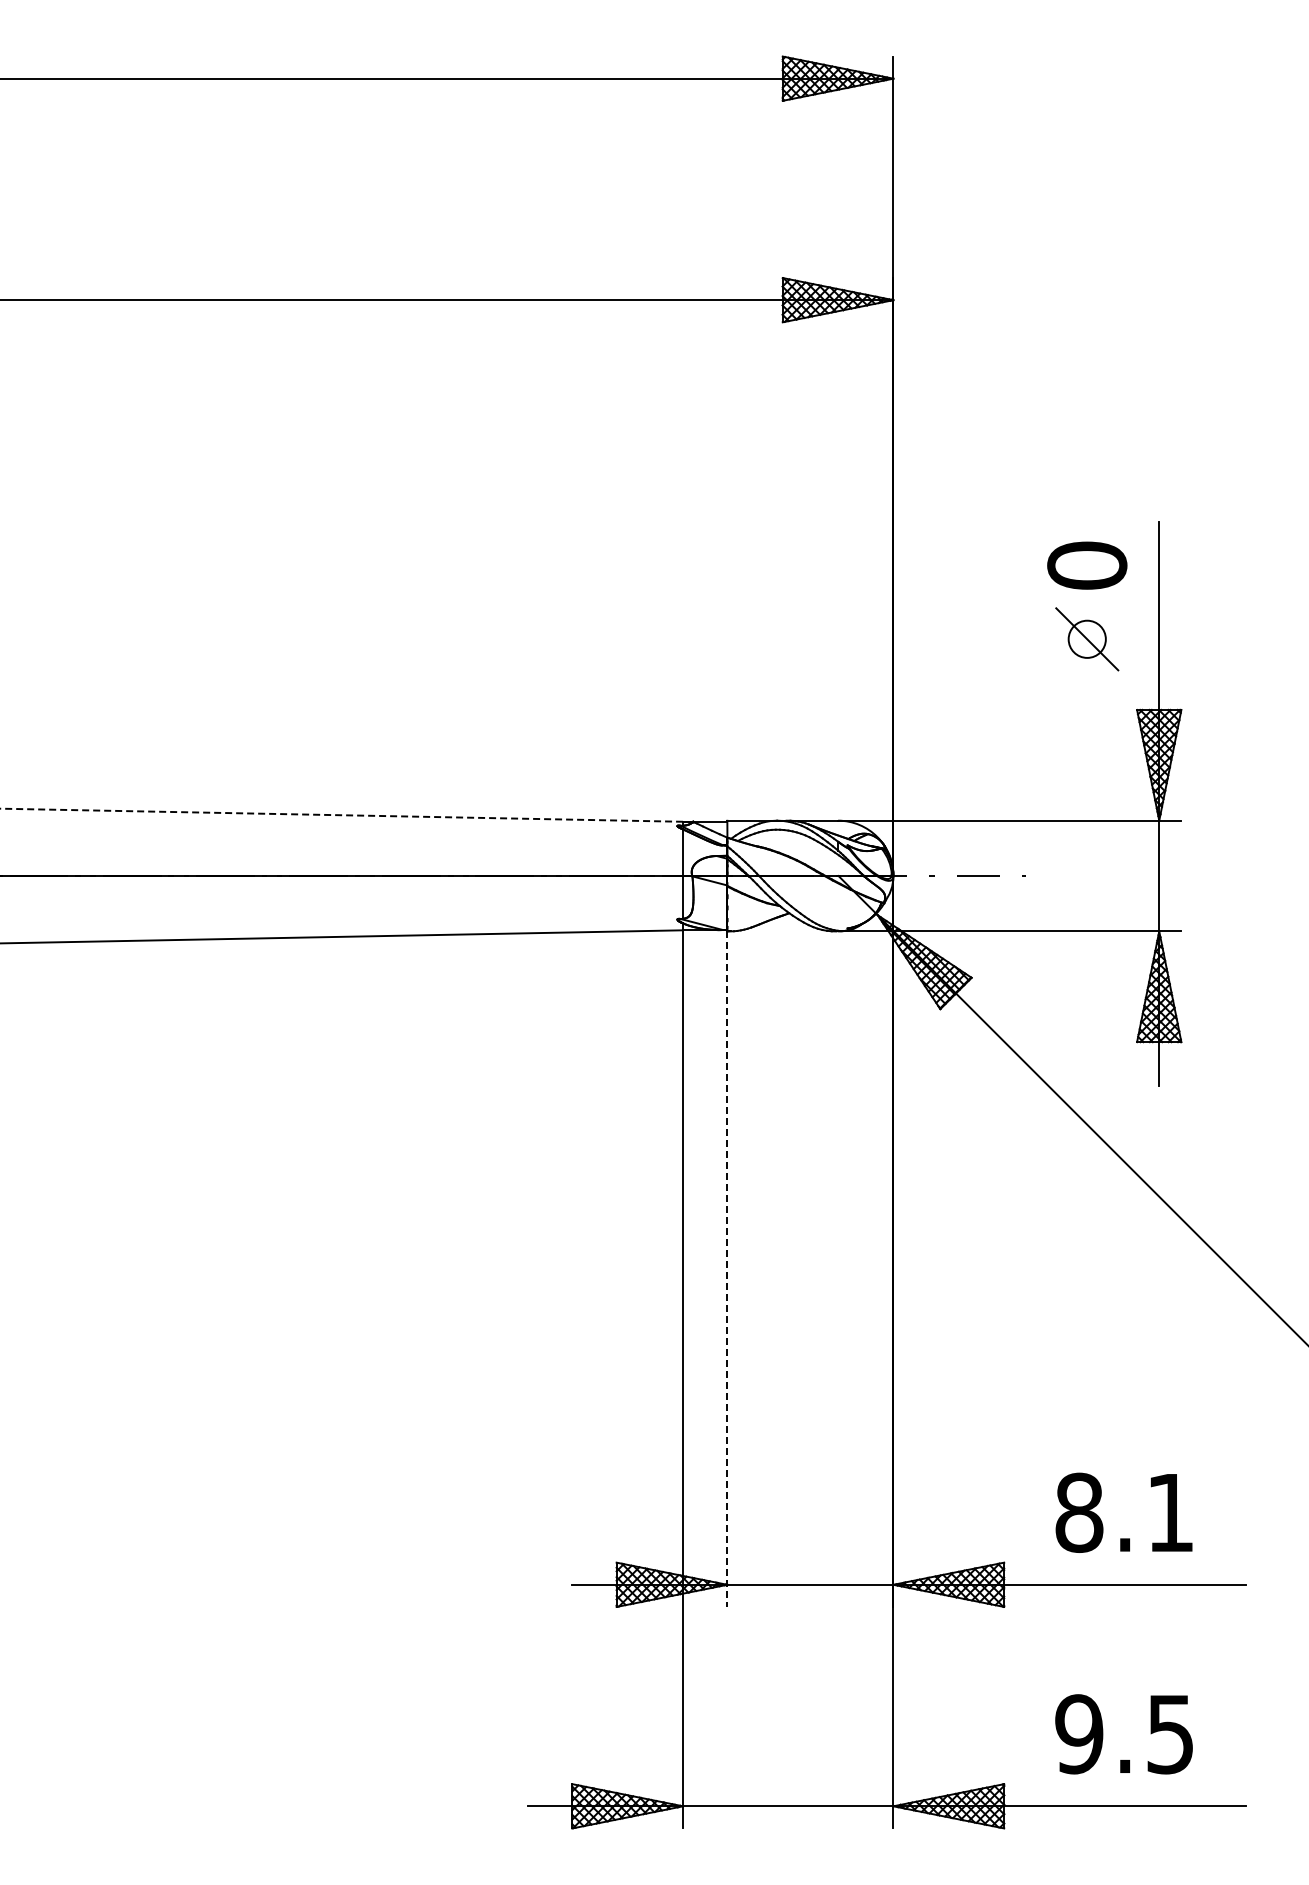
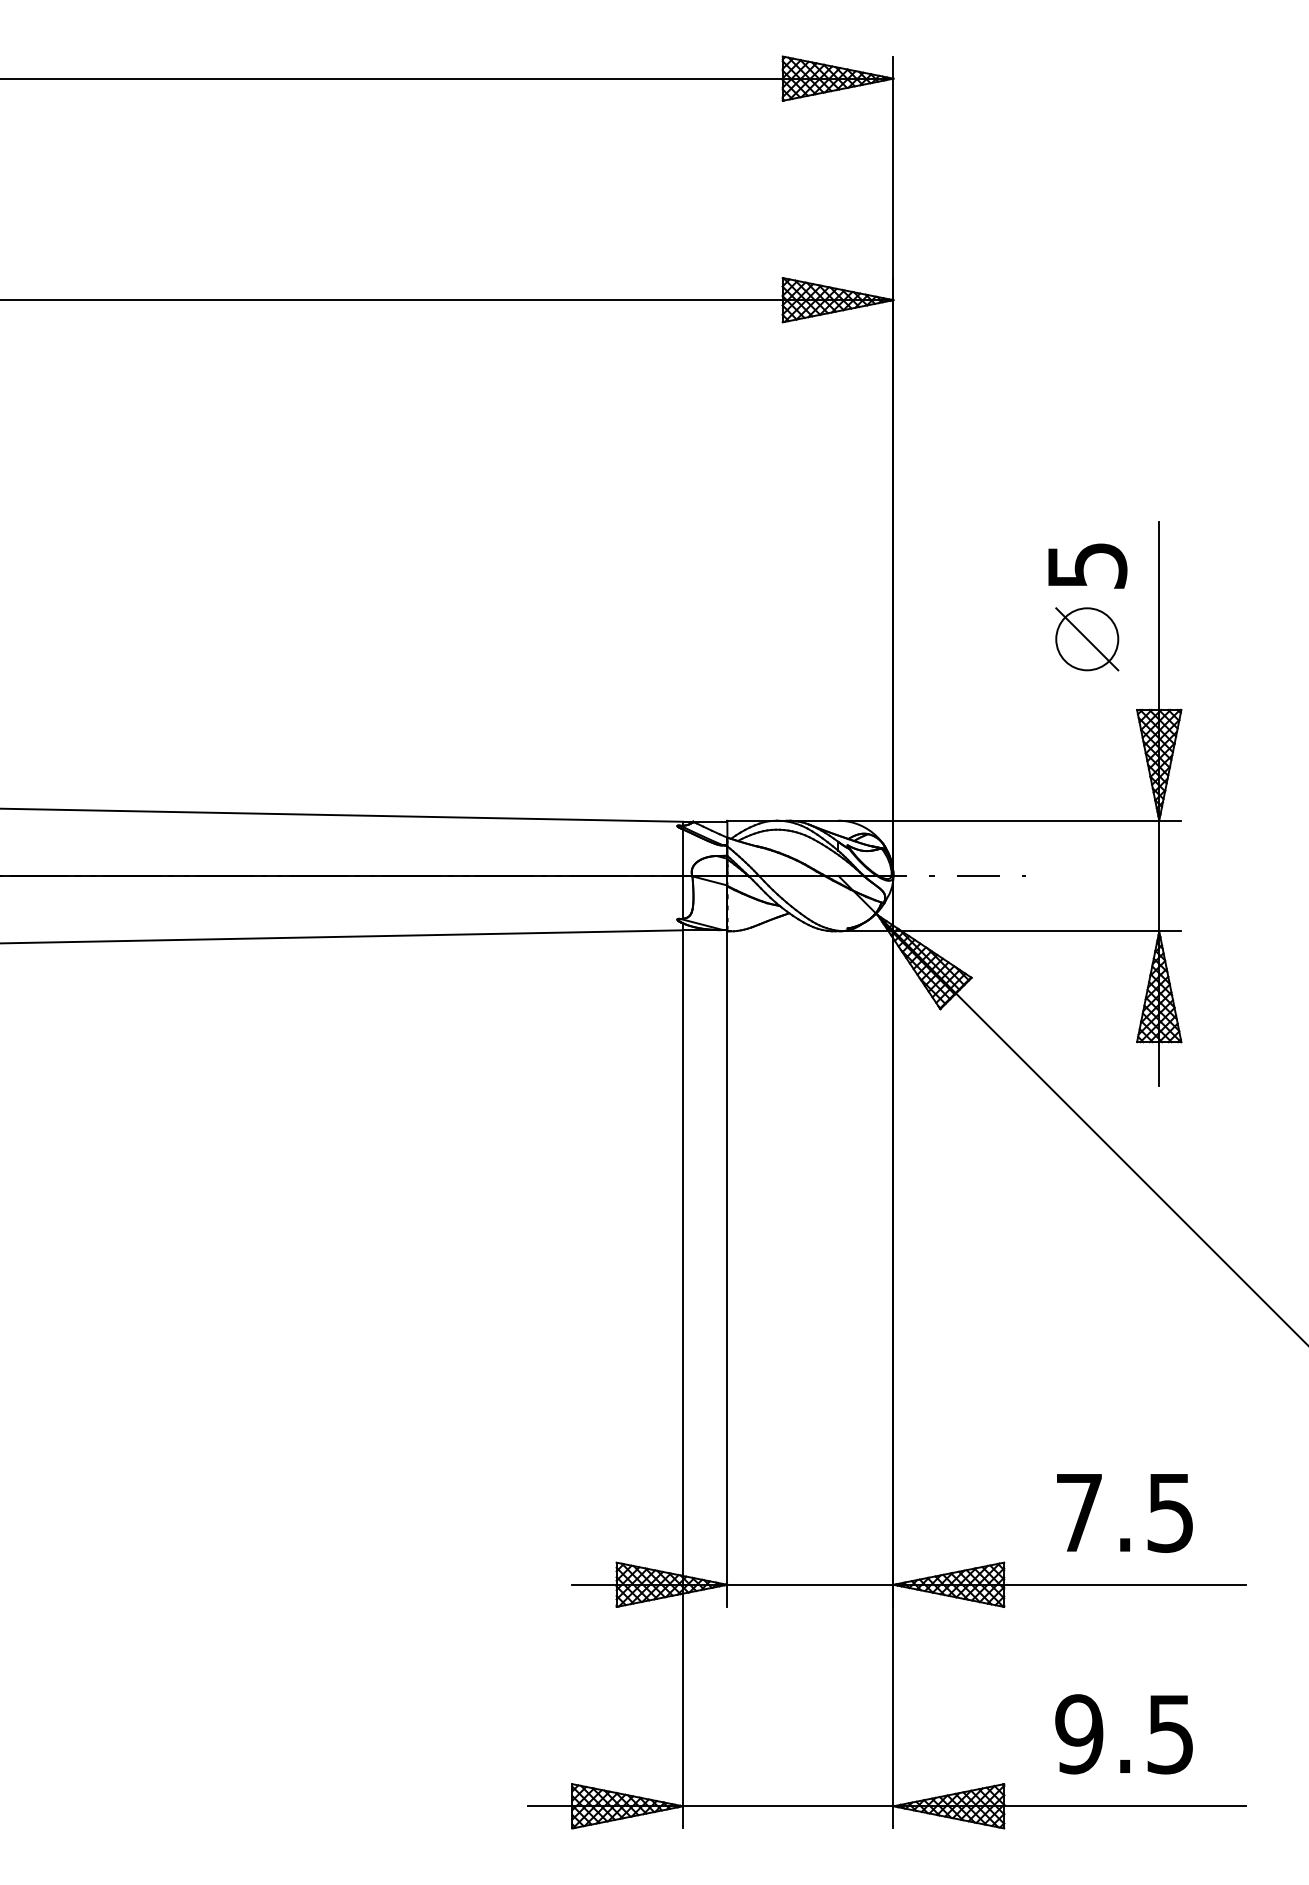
text at (1087, 565): 0 -> 5
circle at (1086, 638) diameter: 37 px -> 62 px
line at (341, 815): dashed -> solid
line at (727, 1269): dashed -> solid
text at (1123, 1512): 8.1 -> 7.5
